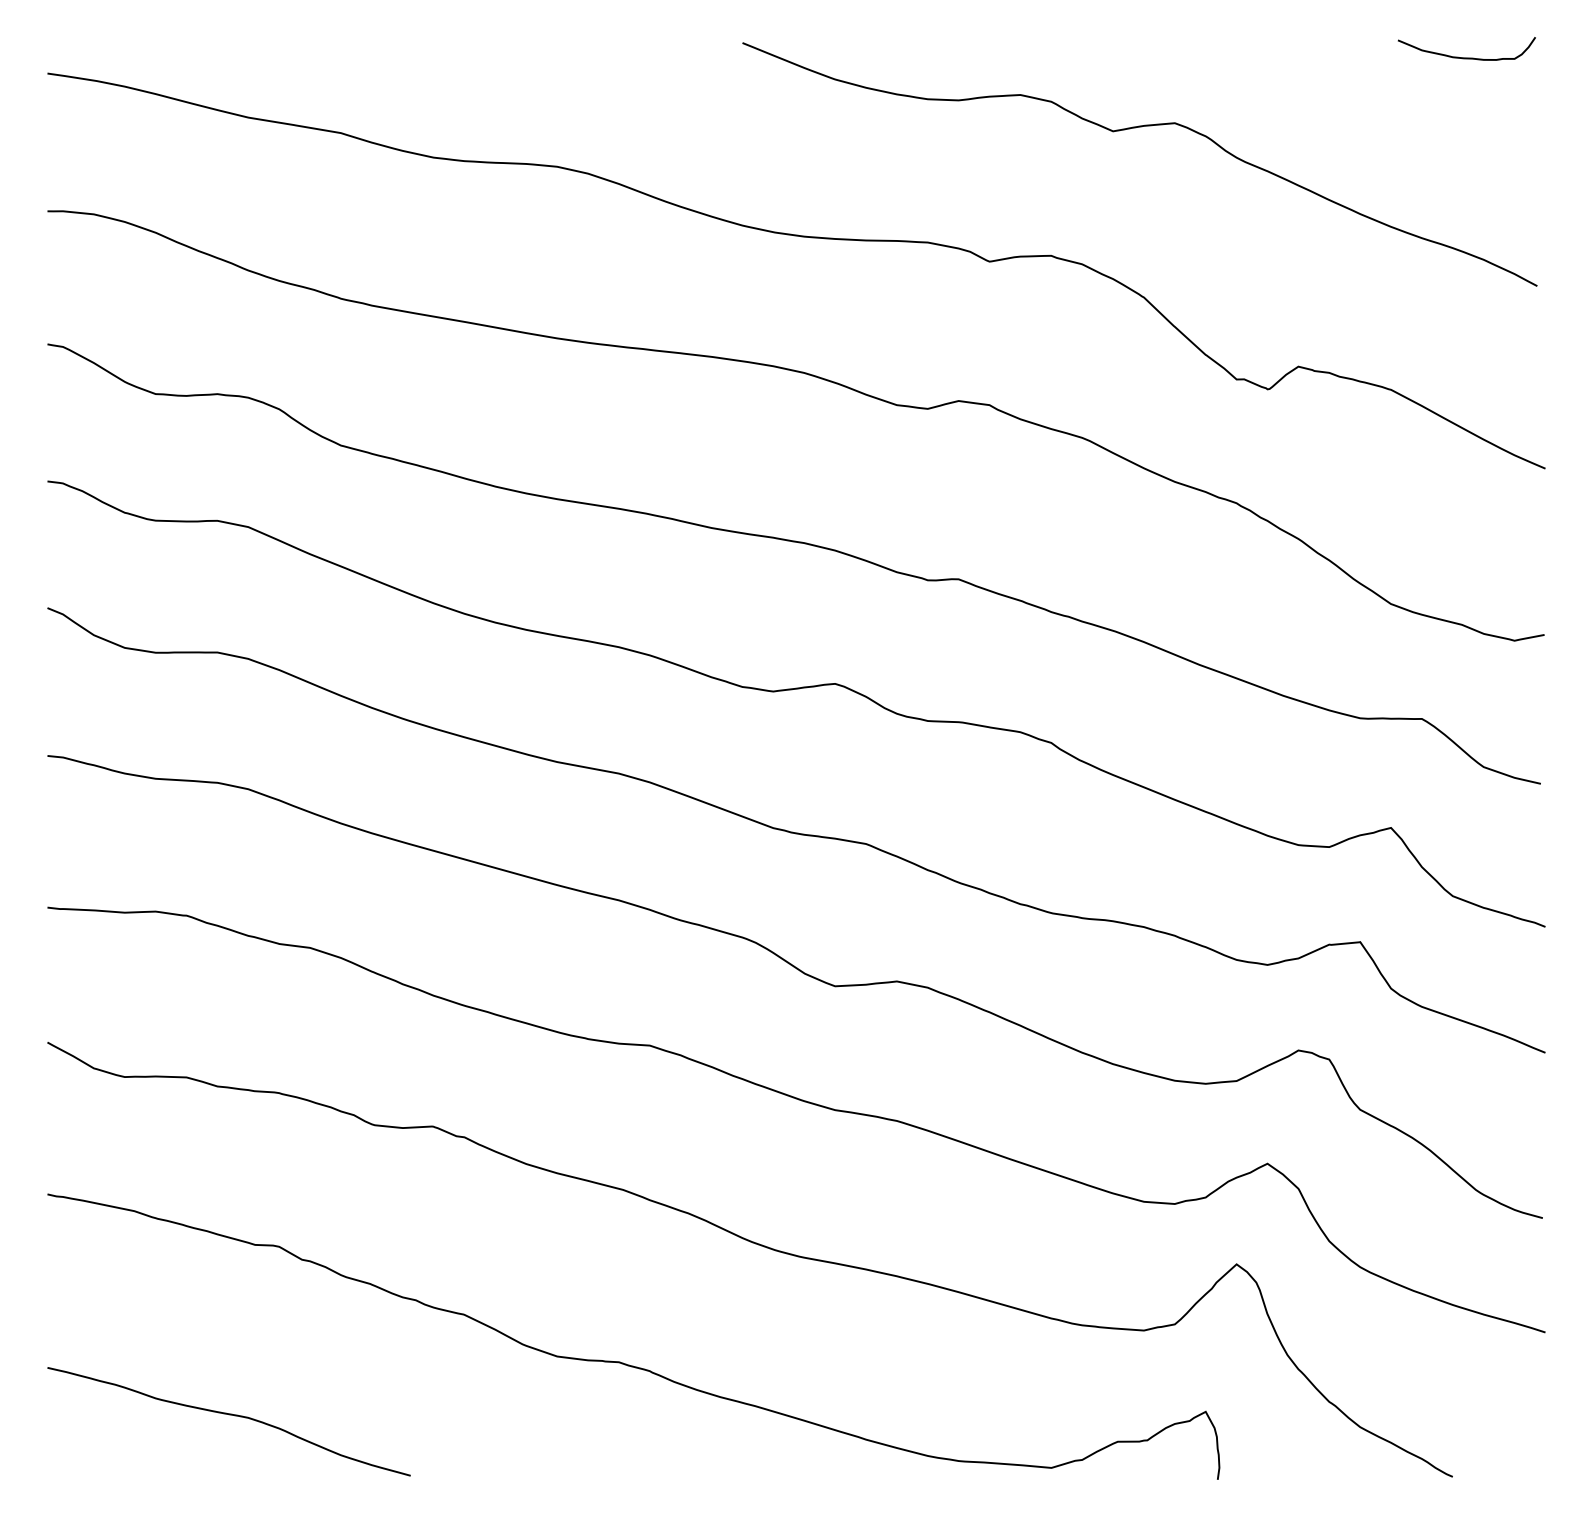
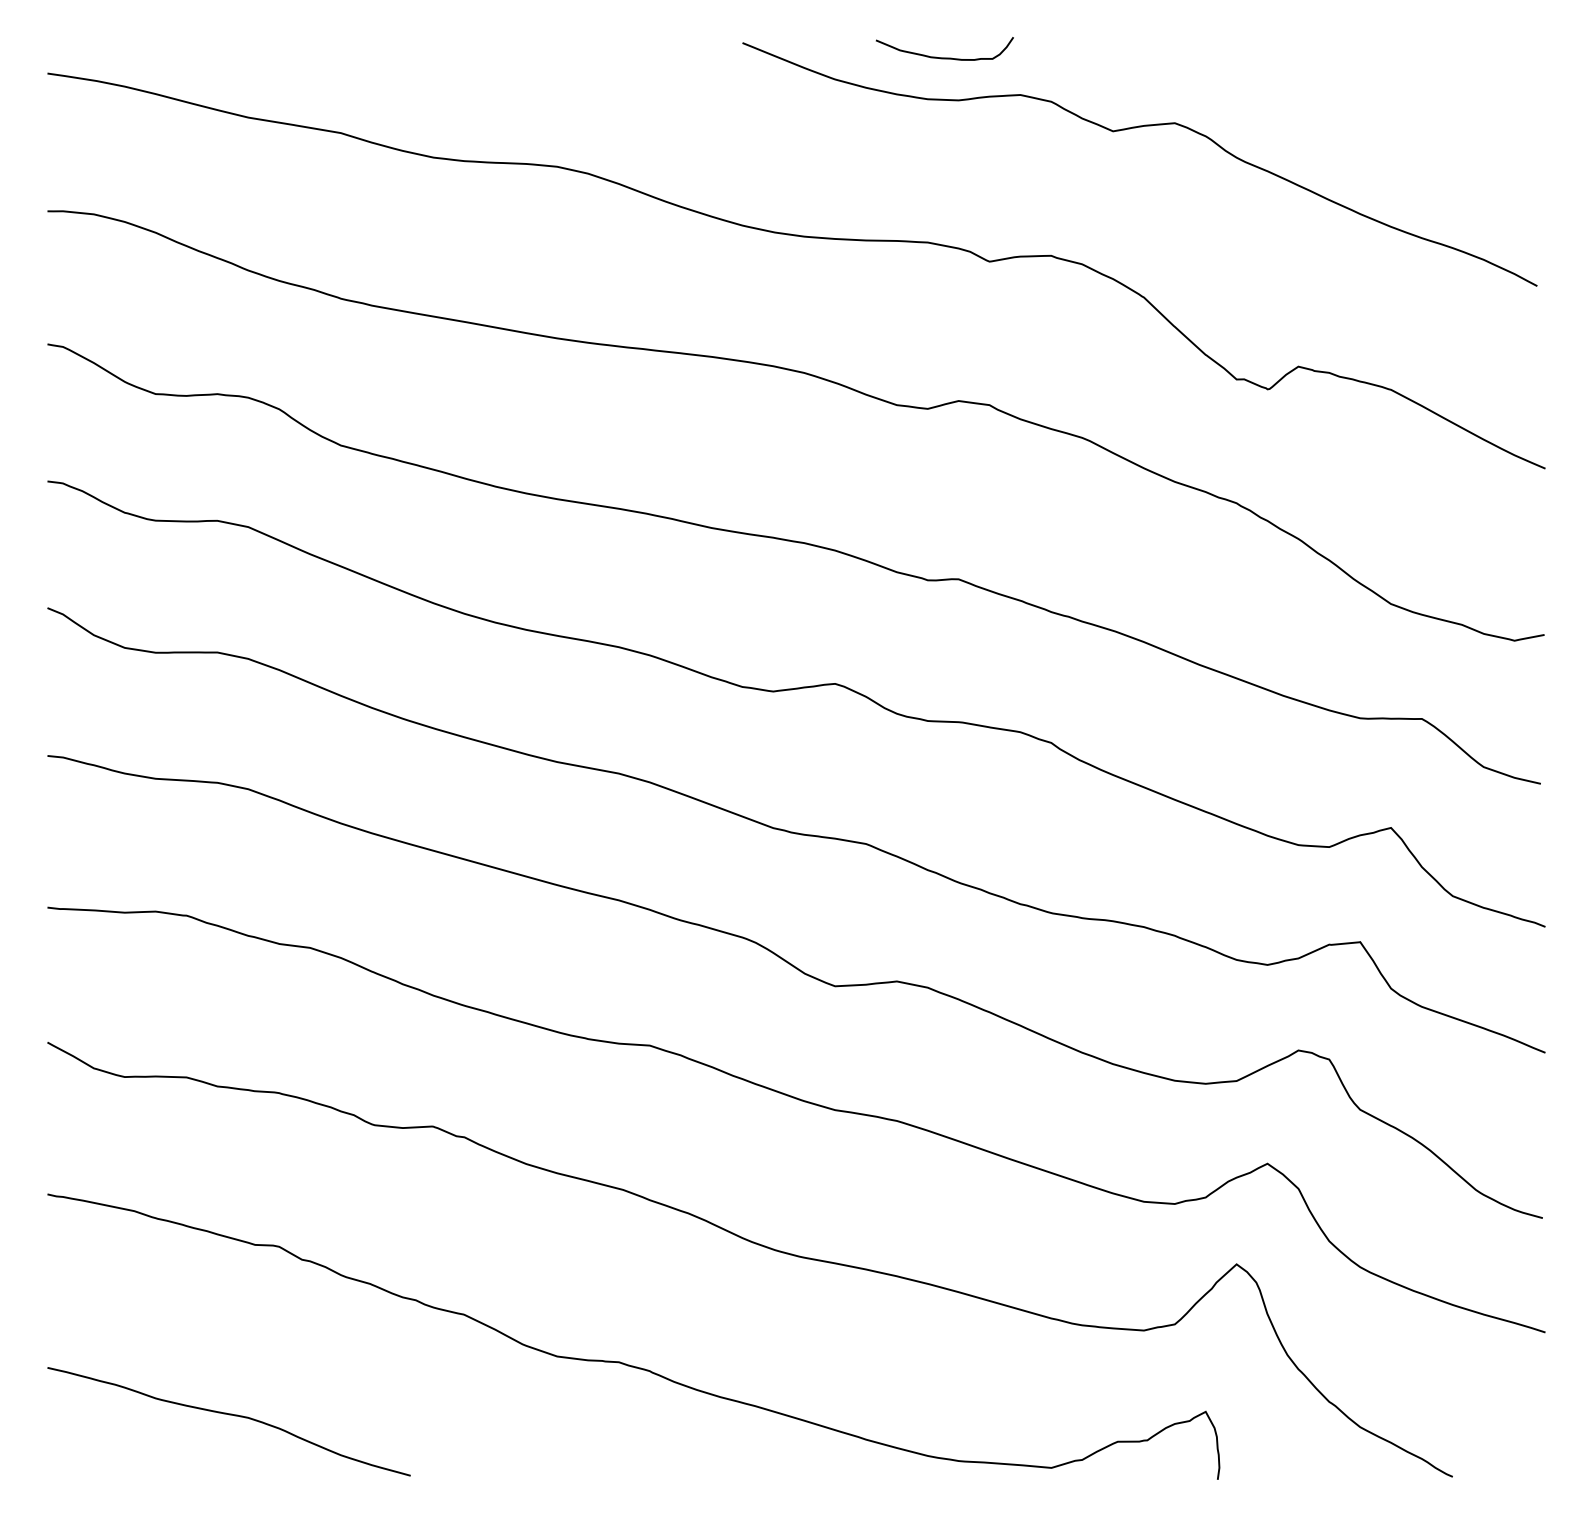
curve at (1466, 57) position: (1466, 57) -> (944, 57)
